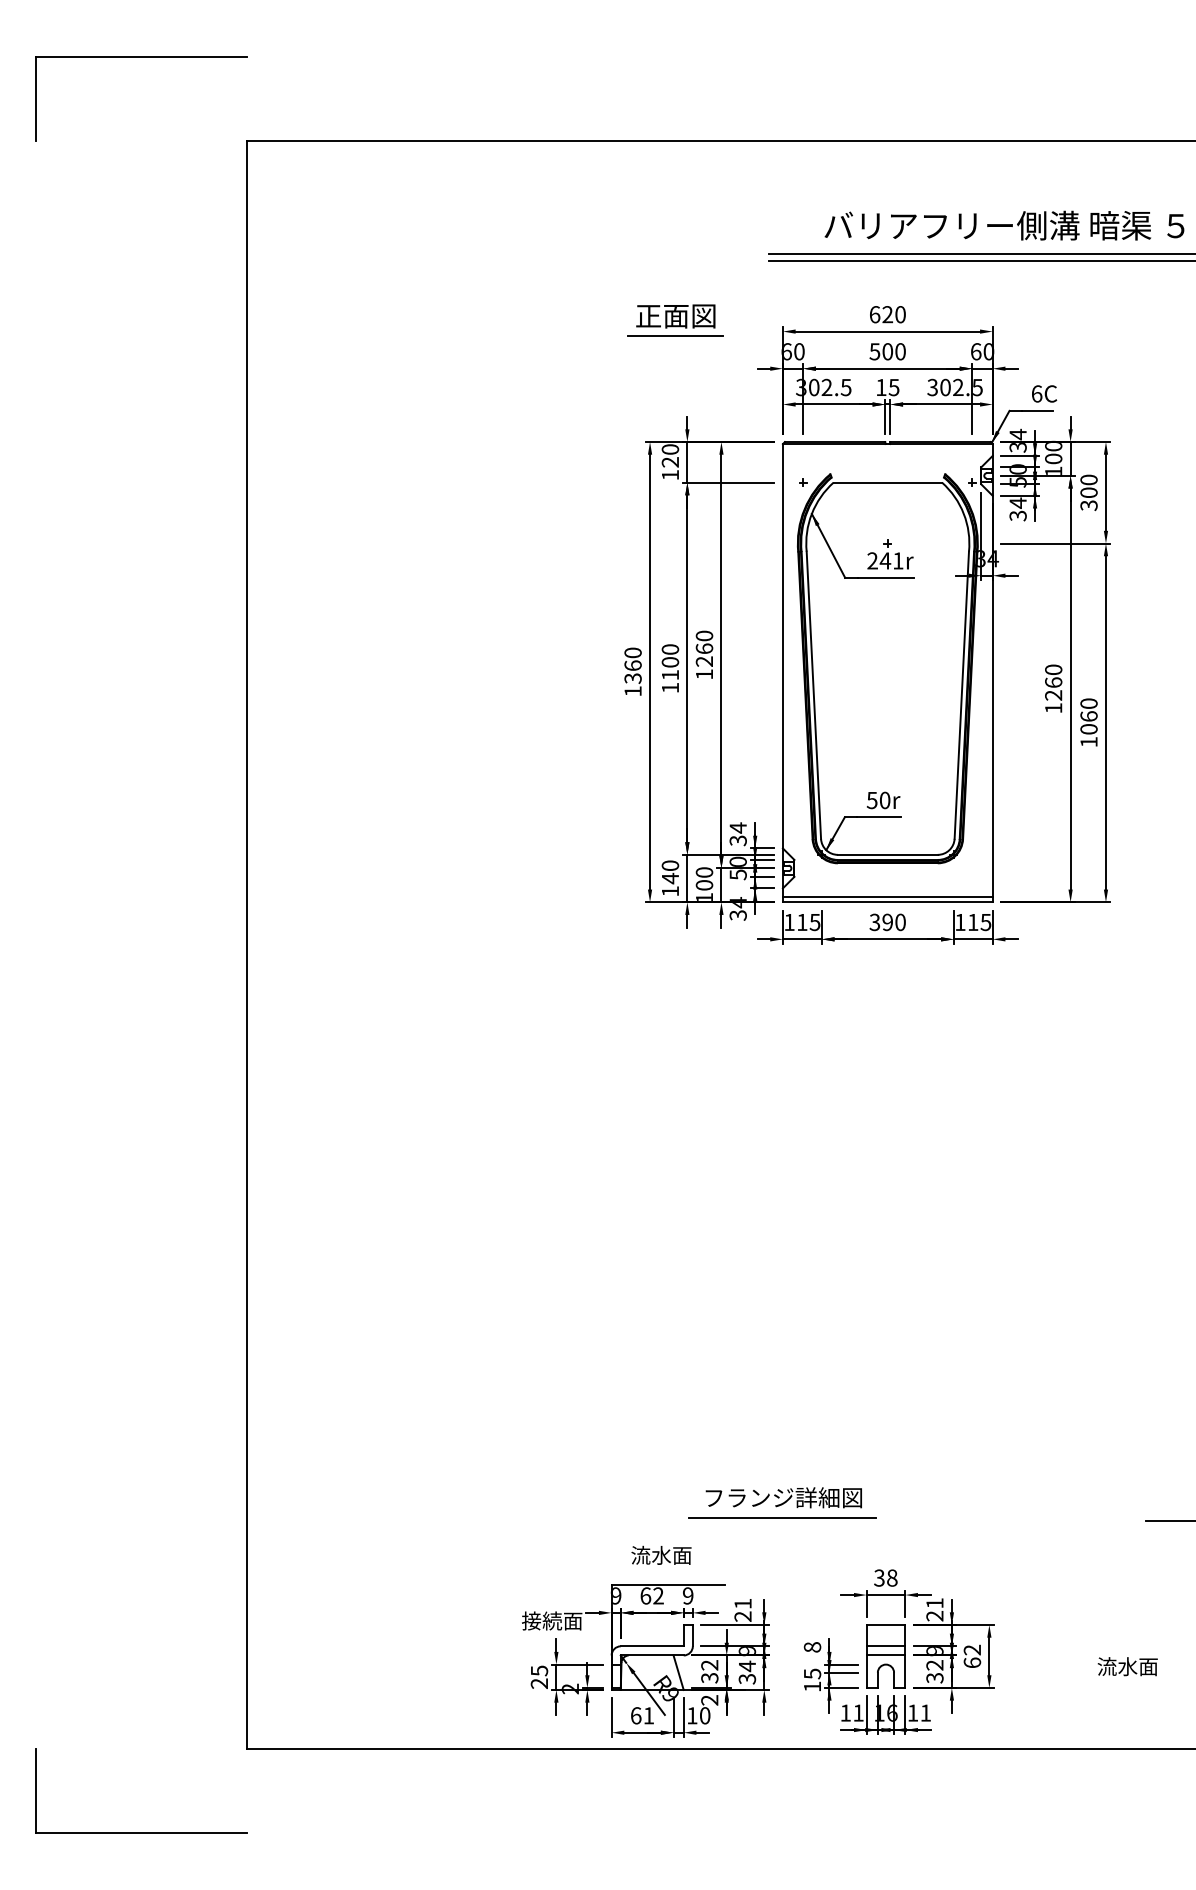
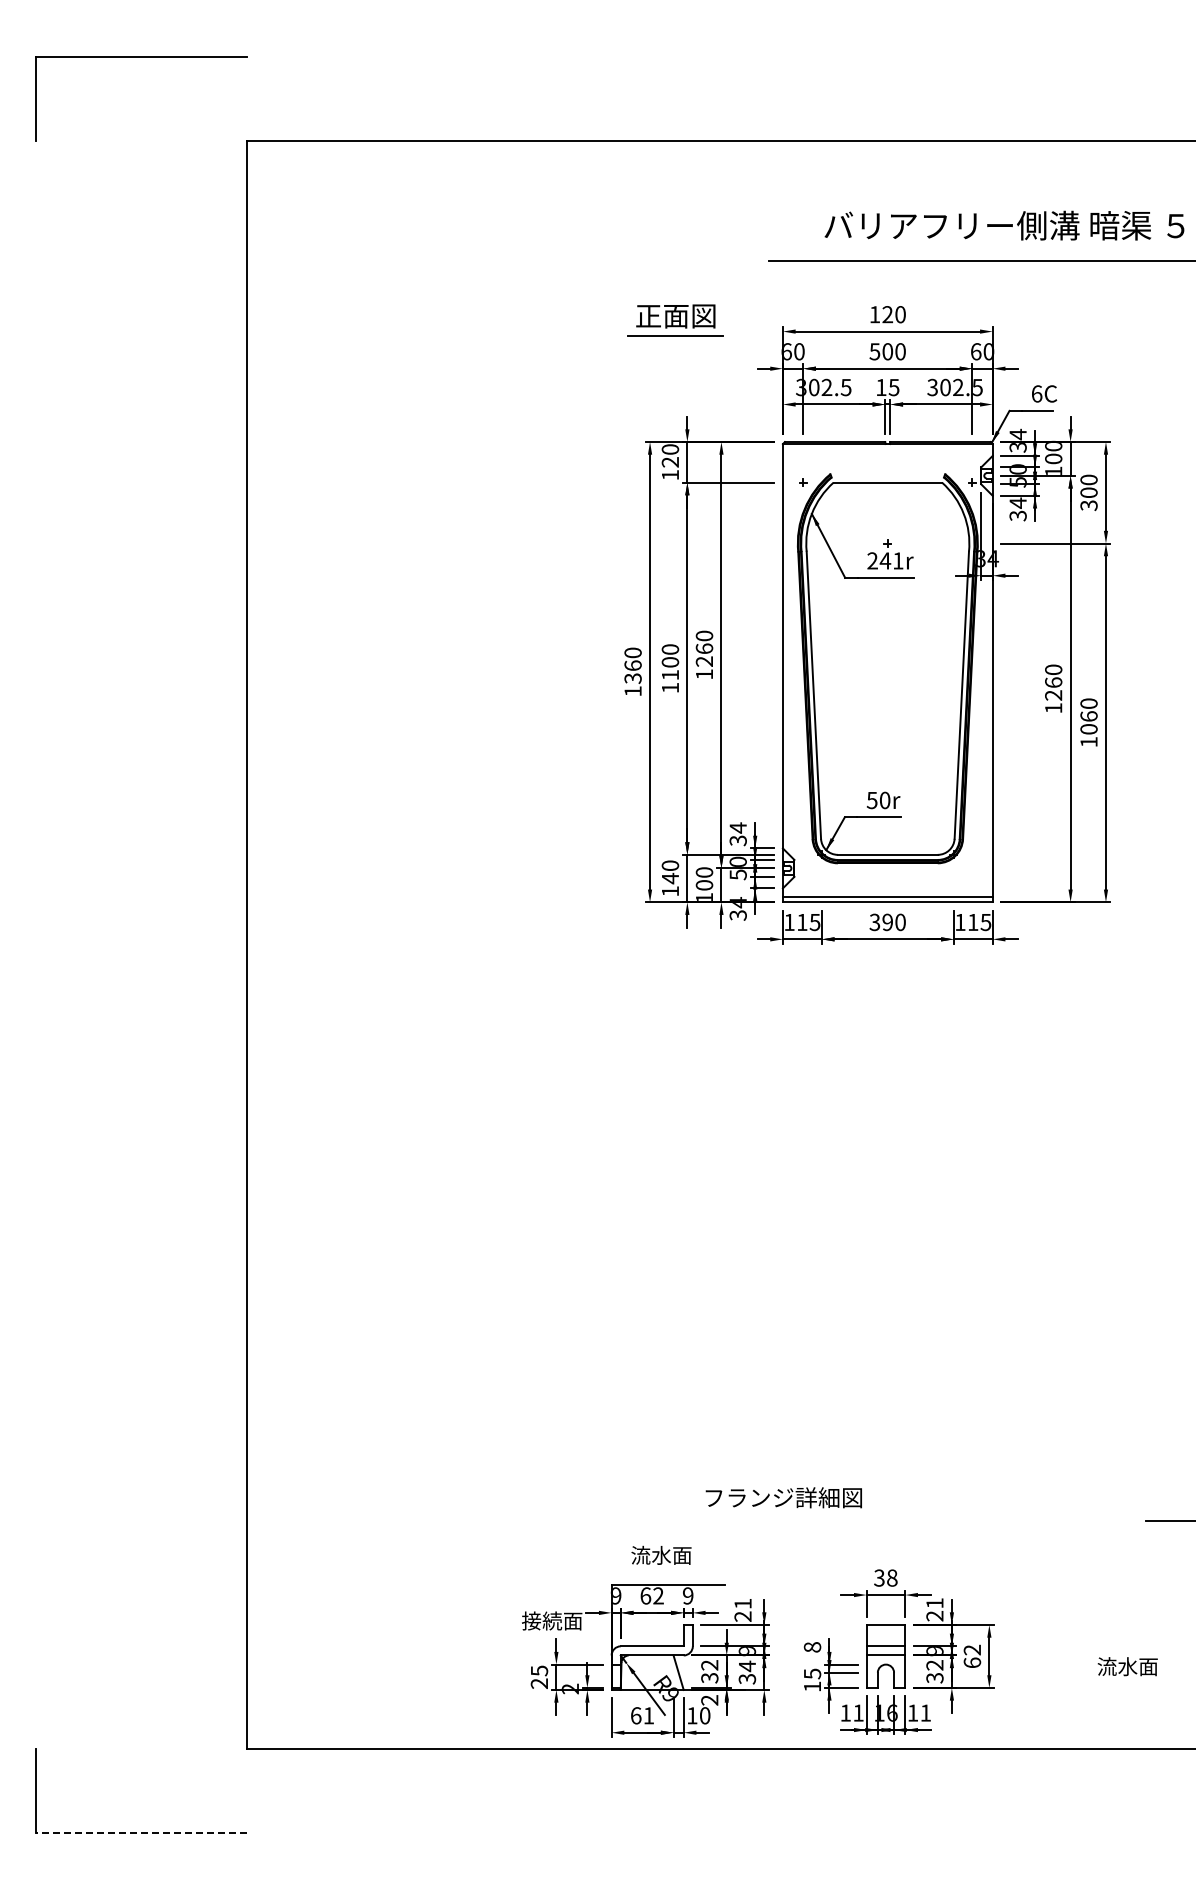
line at (980, 253): present -> none
text at (875, 314): 620 -> 120
line at (782, 1517): present -> none
line at (141, 1833): solid -> dashed
